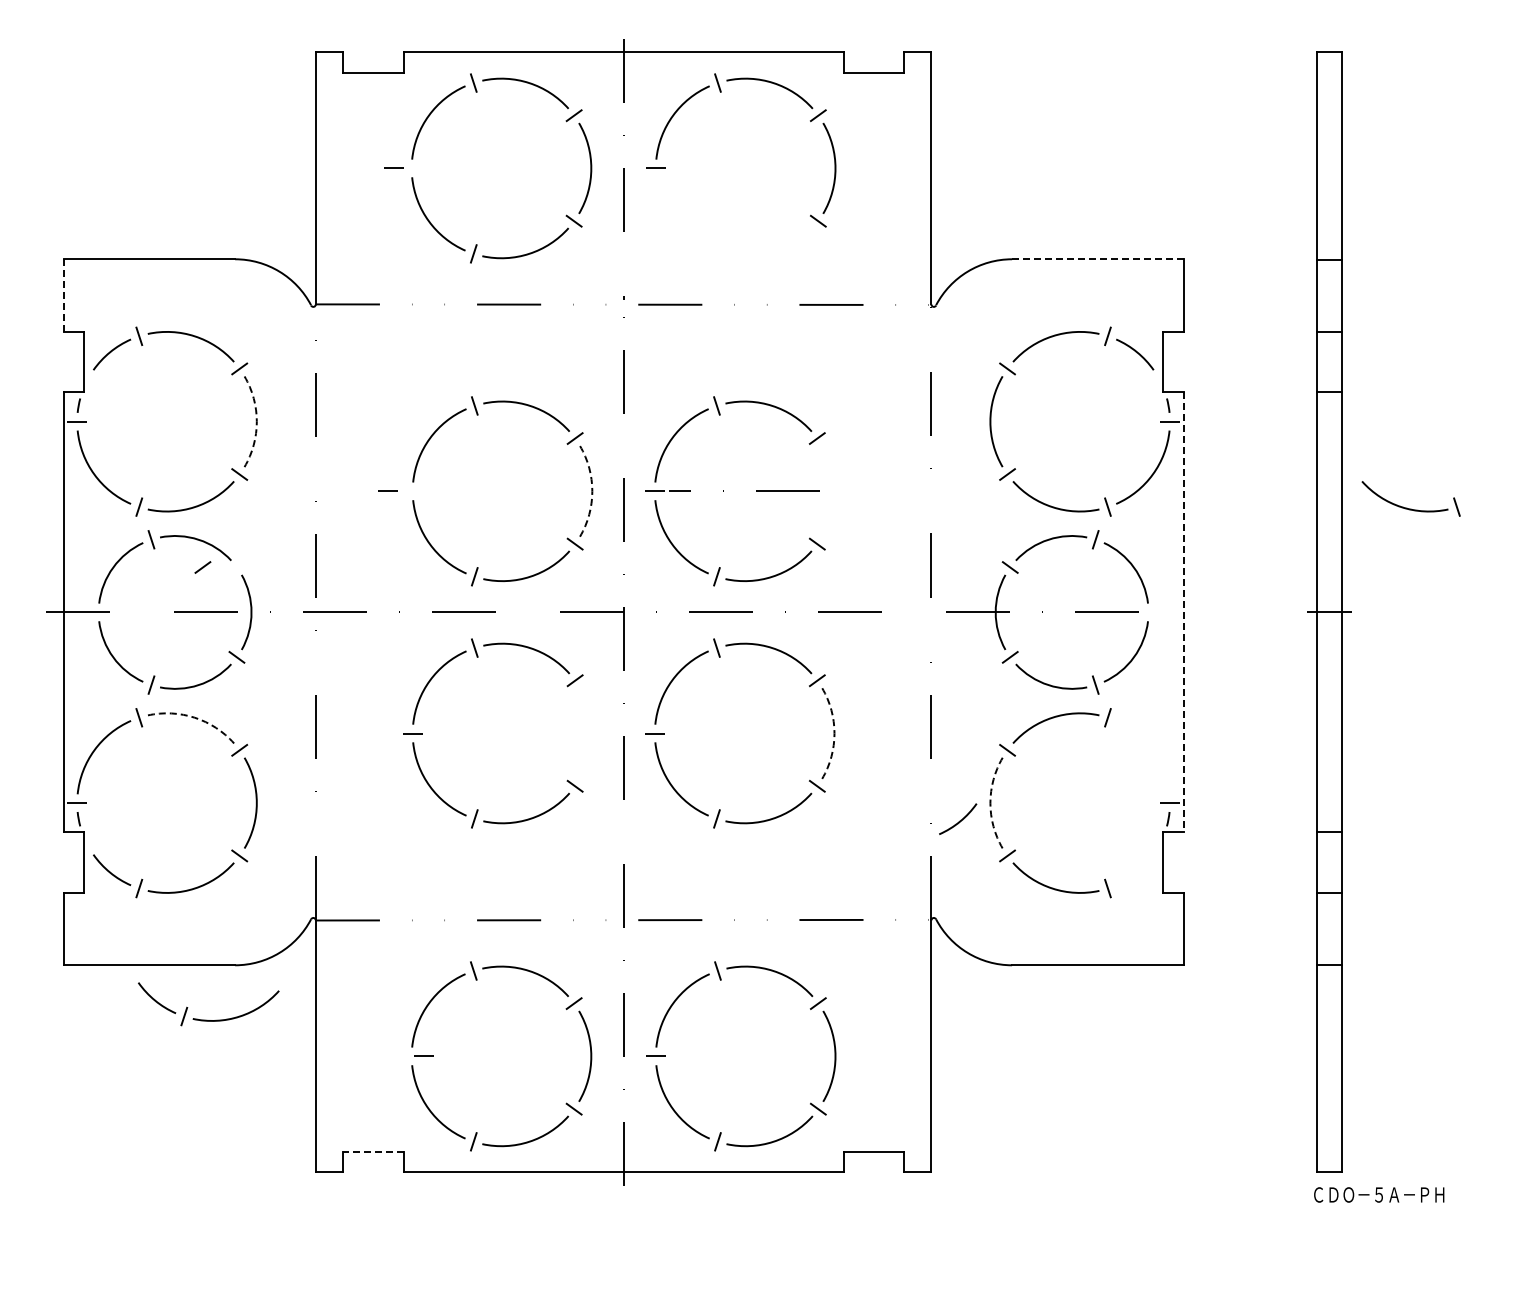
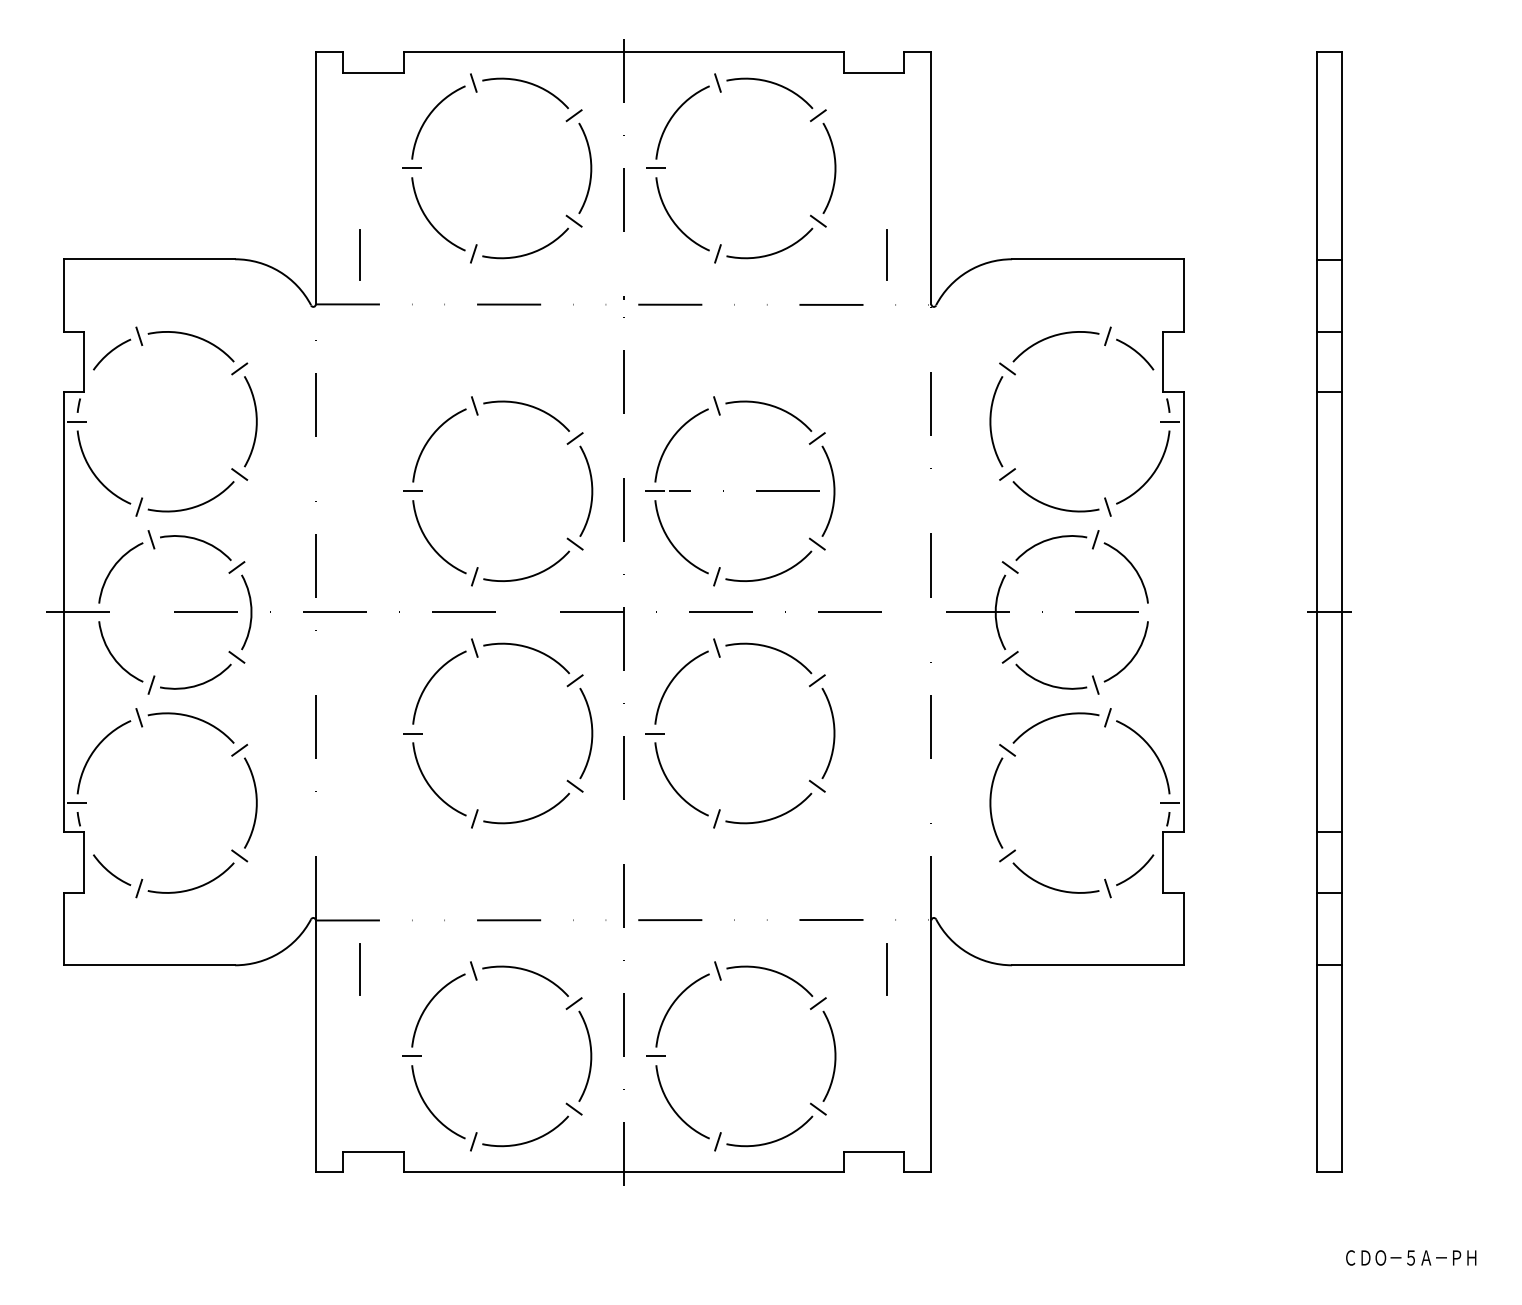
line at (393, 167) position: (393, 167) -> (411, 167)
part at (721, 244): none -> present
line at (360, 255): none -> present
line at (887, 255): none -> present
line at (1097, 259): dashed -> solid
line at (63, 296): dashed -> solid
arc at (256, 421): dashed -> solid
line at (387, 490) position: (387, 490) -> (412, 490)
arc at (833, 490): none -> present
arc at (592, 491): dashed -> solid
part at (1407, 507): present -> none
line at (202, 567) position: (202, 567) -> (236, 567)
line at (1183, 612): dashed -> solid
arc at (194, 717): dashed -> solid
arc at (591, 733): none -> present
arc at (834, 733): dashed -> solid
arc at (1151, 750): none -> present
arc at (990, 803): dashed -> solid
arc at (959, 820) position: (959, 820) -> (1136, 871)
line at (360, 969): none -> present
line at (887, 969): none -> present
part at (207, 1019): present -> none
line at (423, 1055) position: (423, 1055) -> (411, 1055)
line at (372, 1152): dashed -> solid
text at (1379, 1194) position: (1379, 1194) -> (1411, 1257)
